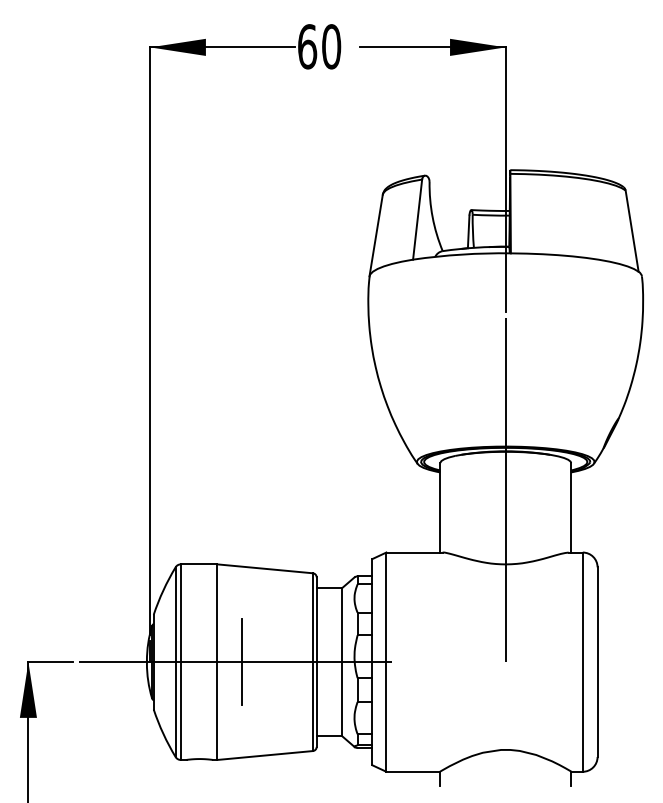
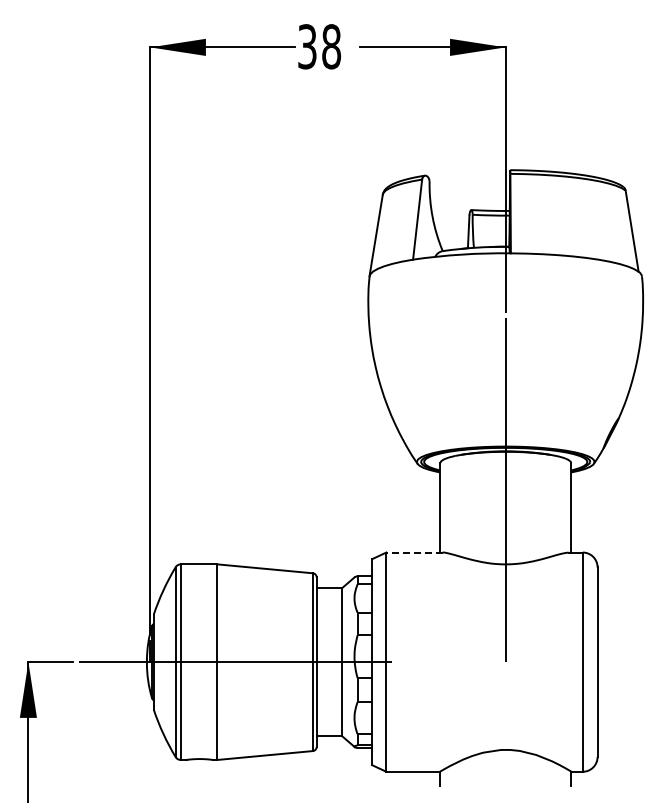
text at (319, 46): 60 -> 38
line at (414, 552): solid -> dashed
line at (242, 662): present -> none
